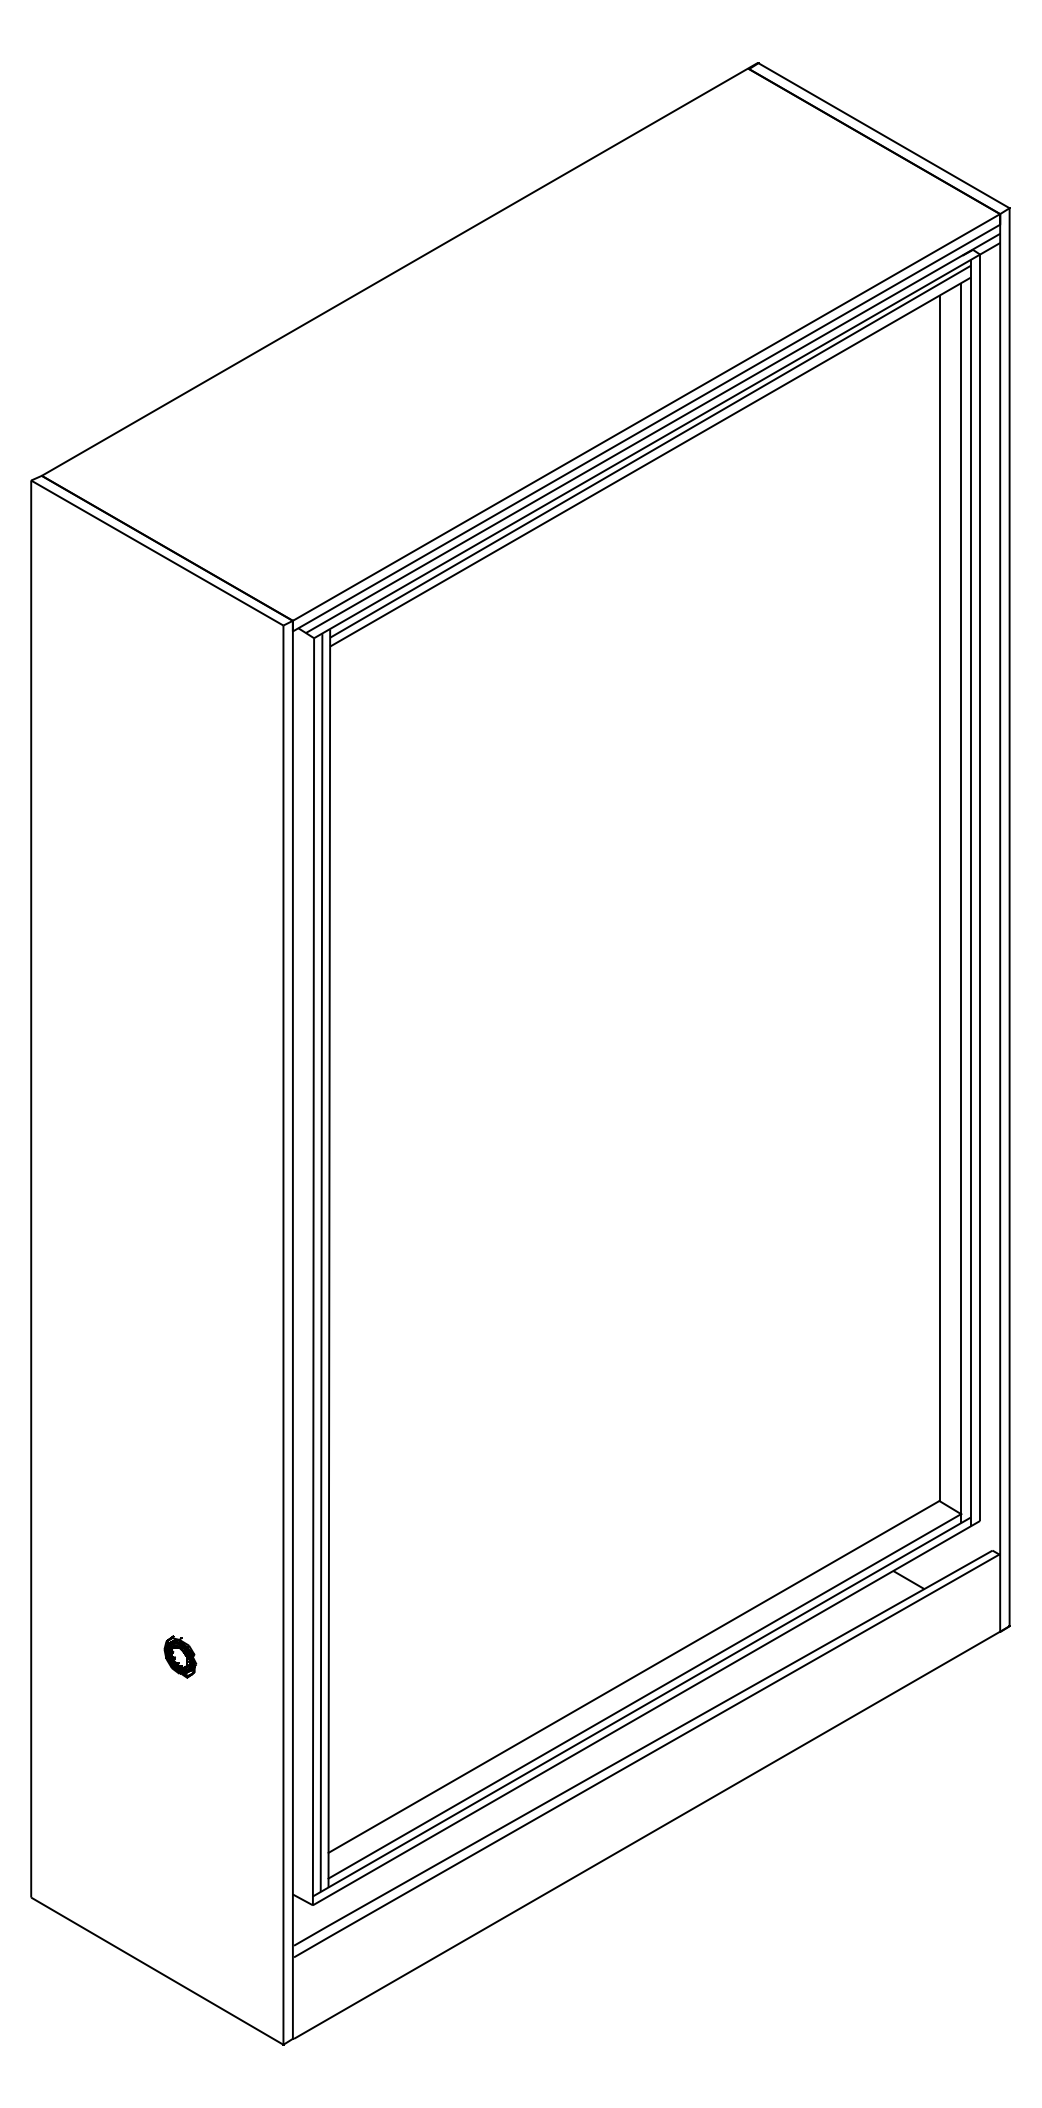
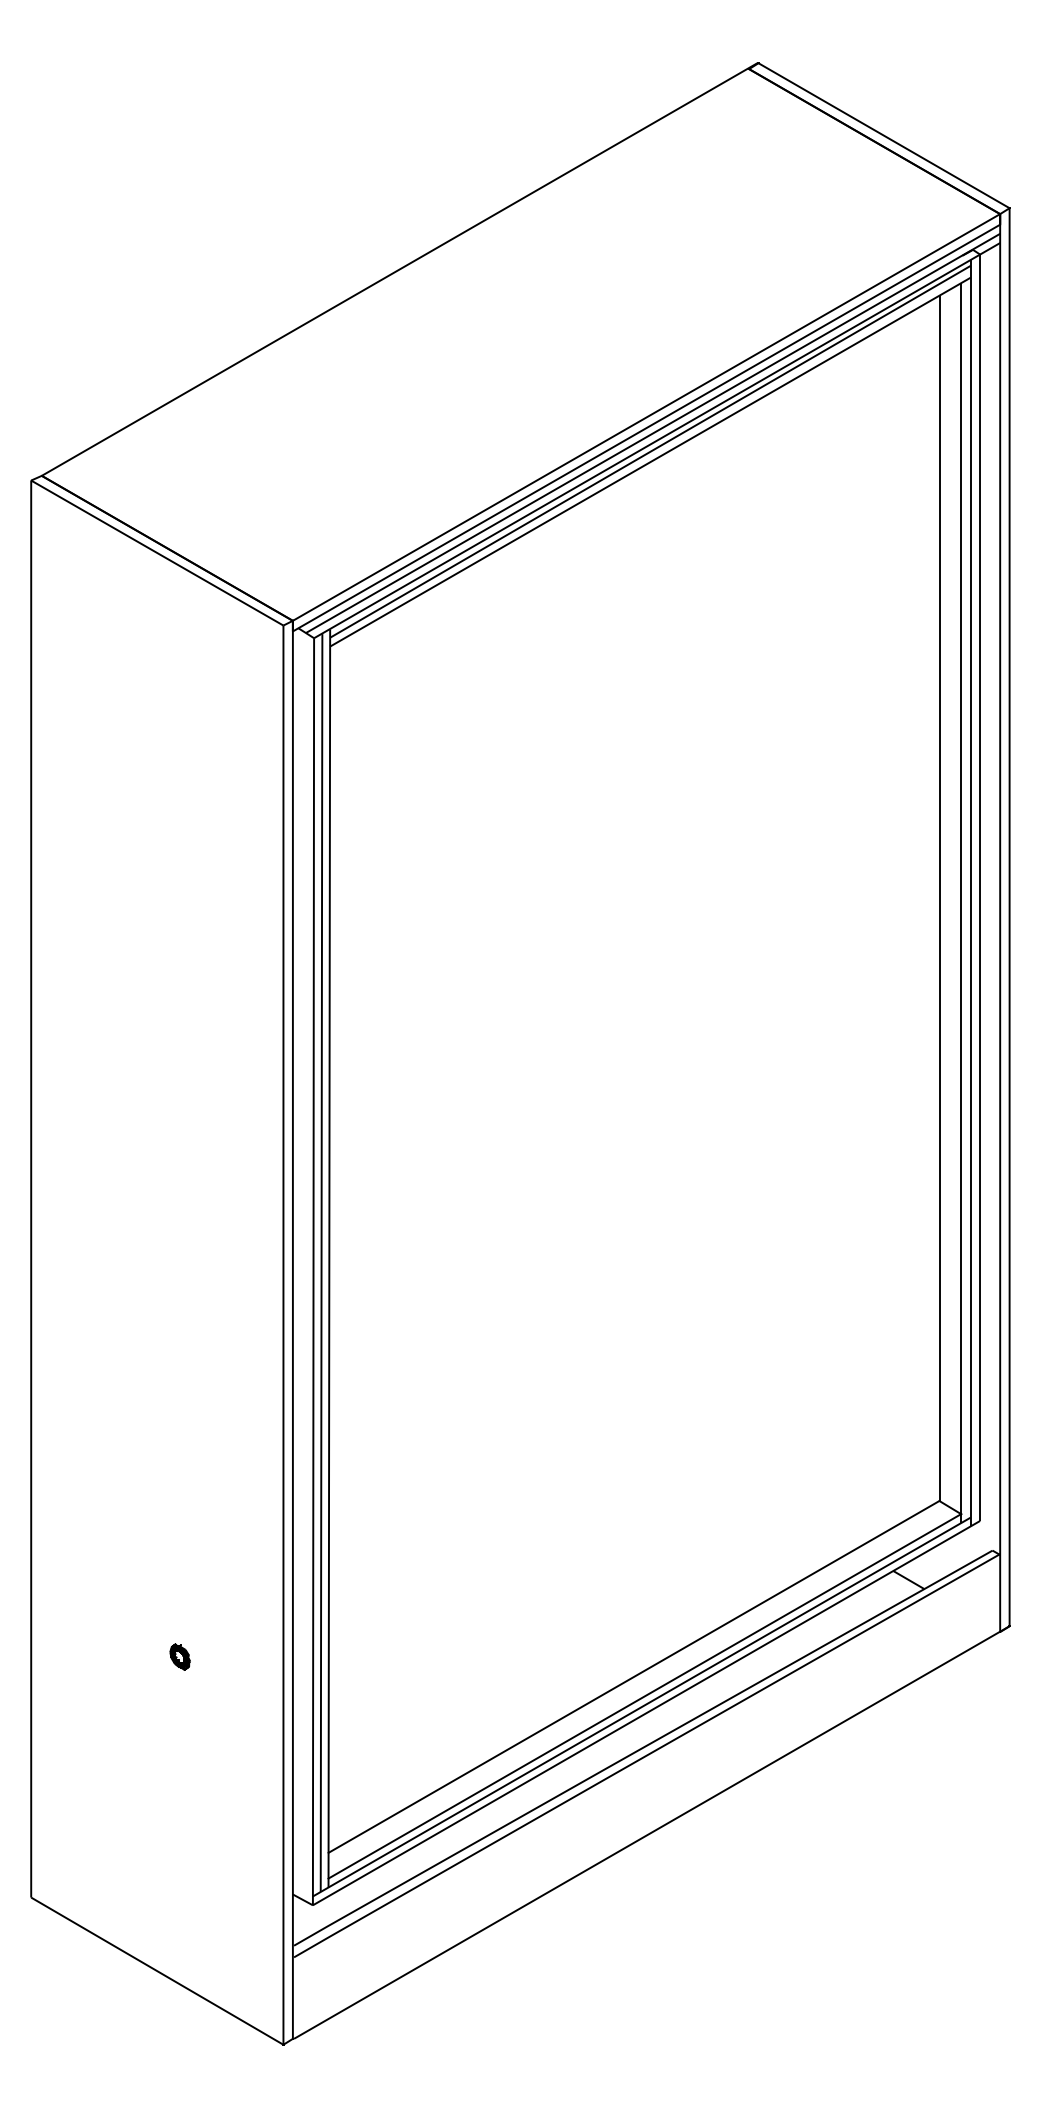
part at (180, 1656) size: 35x44 px -> 22x28 px
